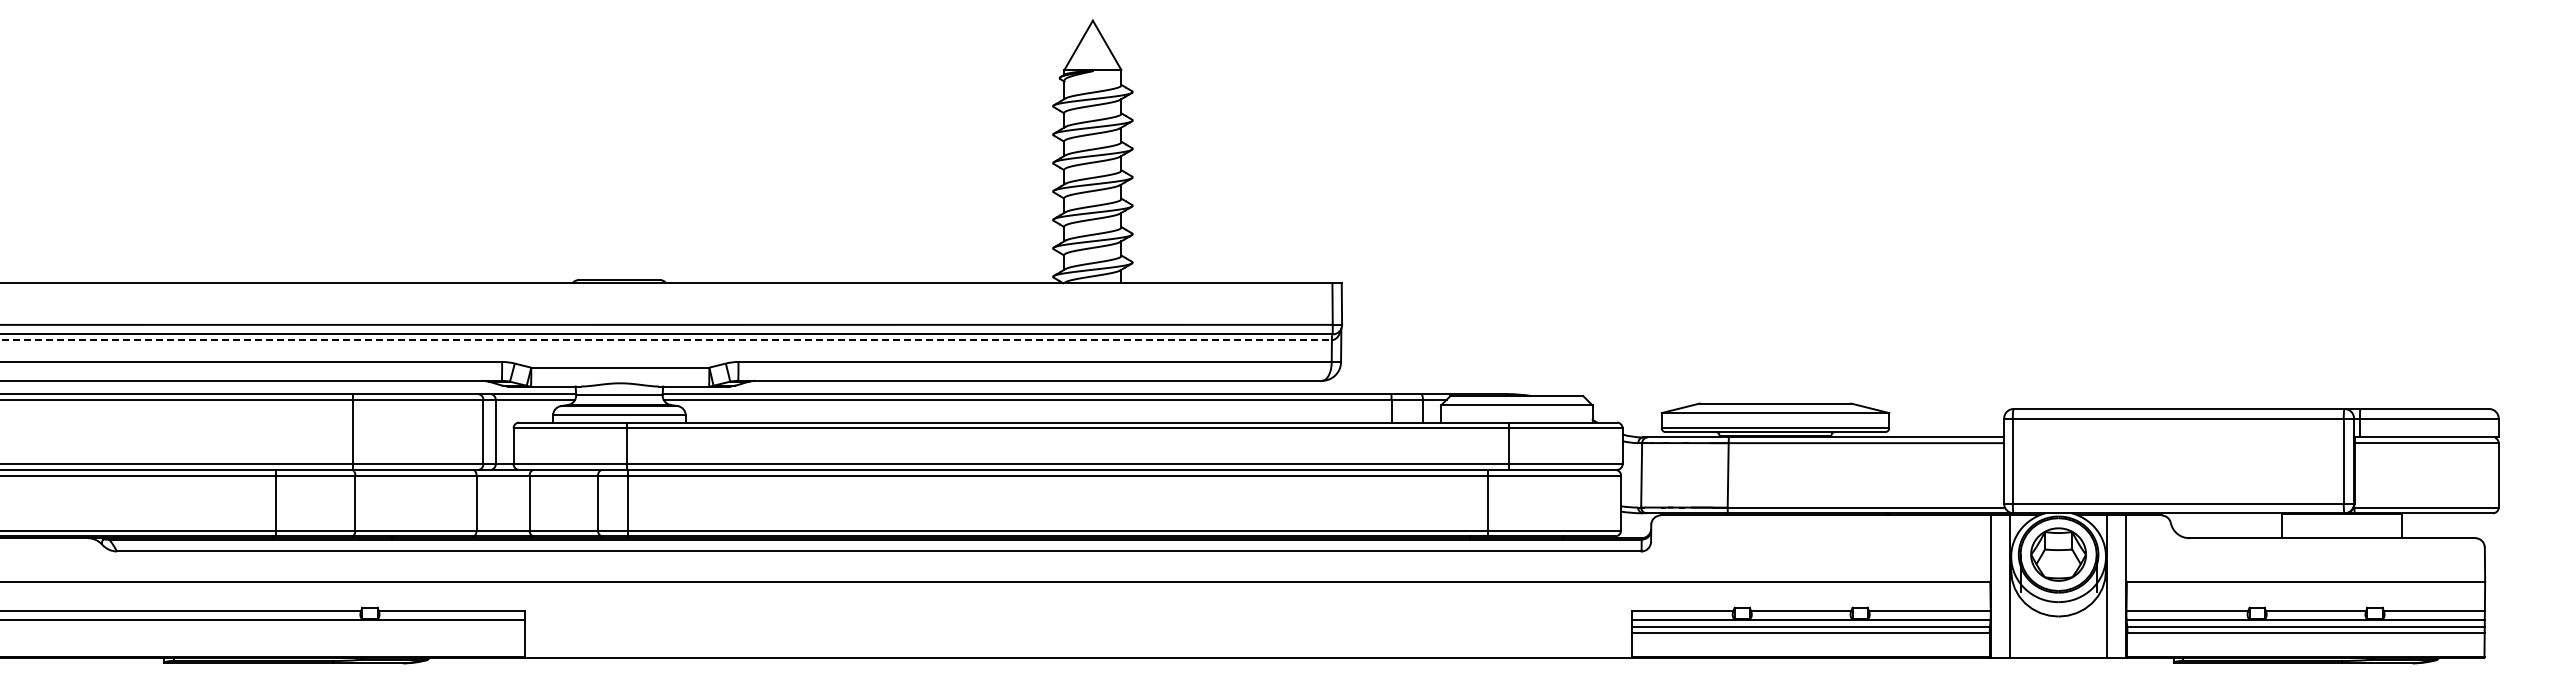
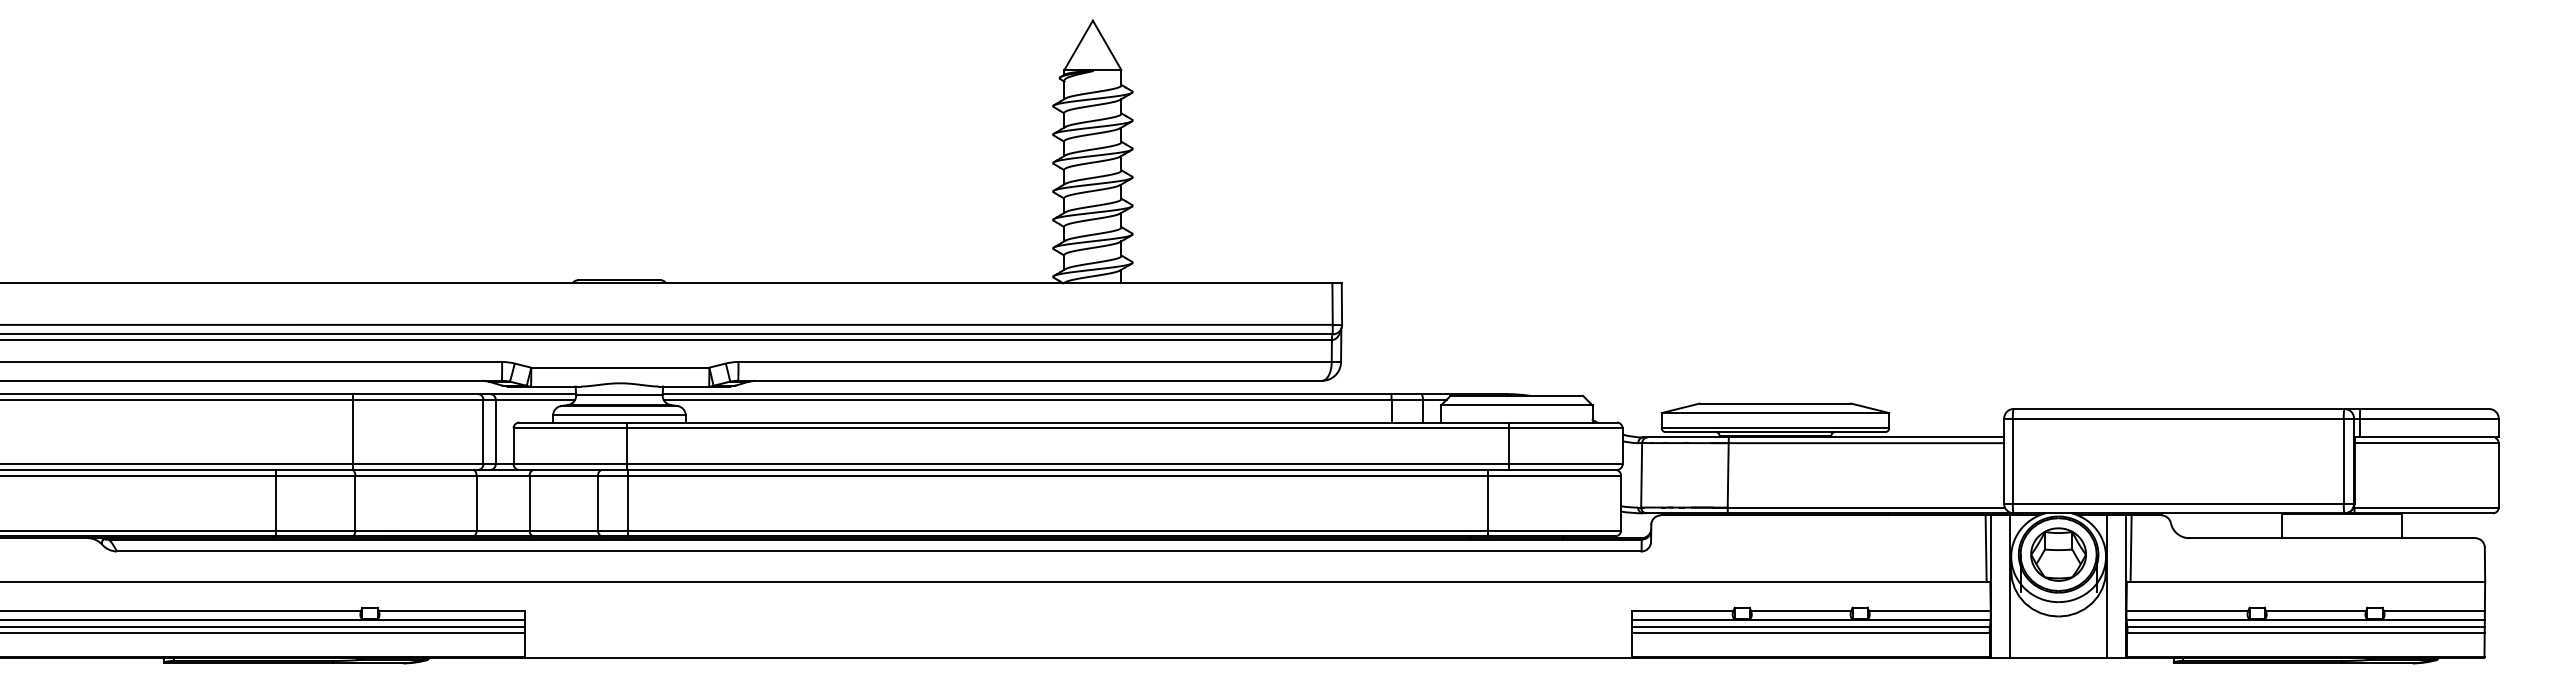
line at (666, 340): dashed -> solid
line at (1985, 548): none -> present
line at (2130, 548): none -> present
line at (263, 627): none -> present
line at (263, 632): none -> present
